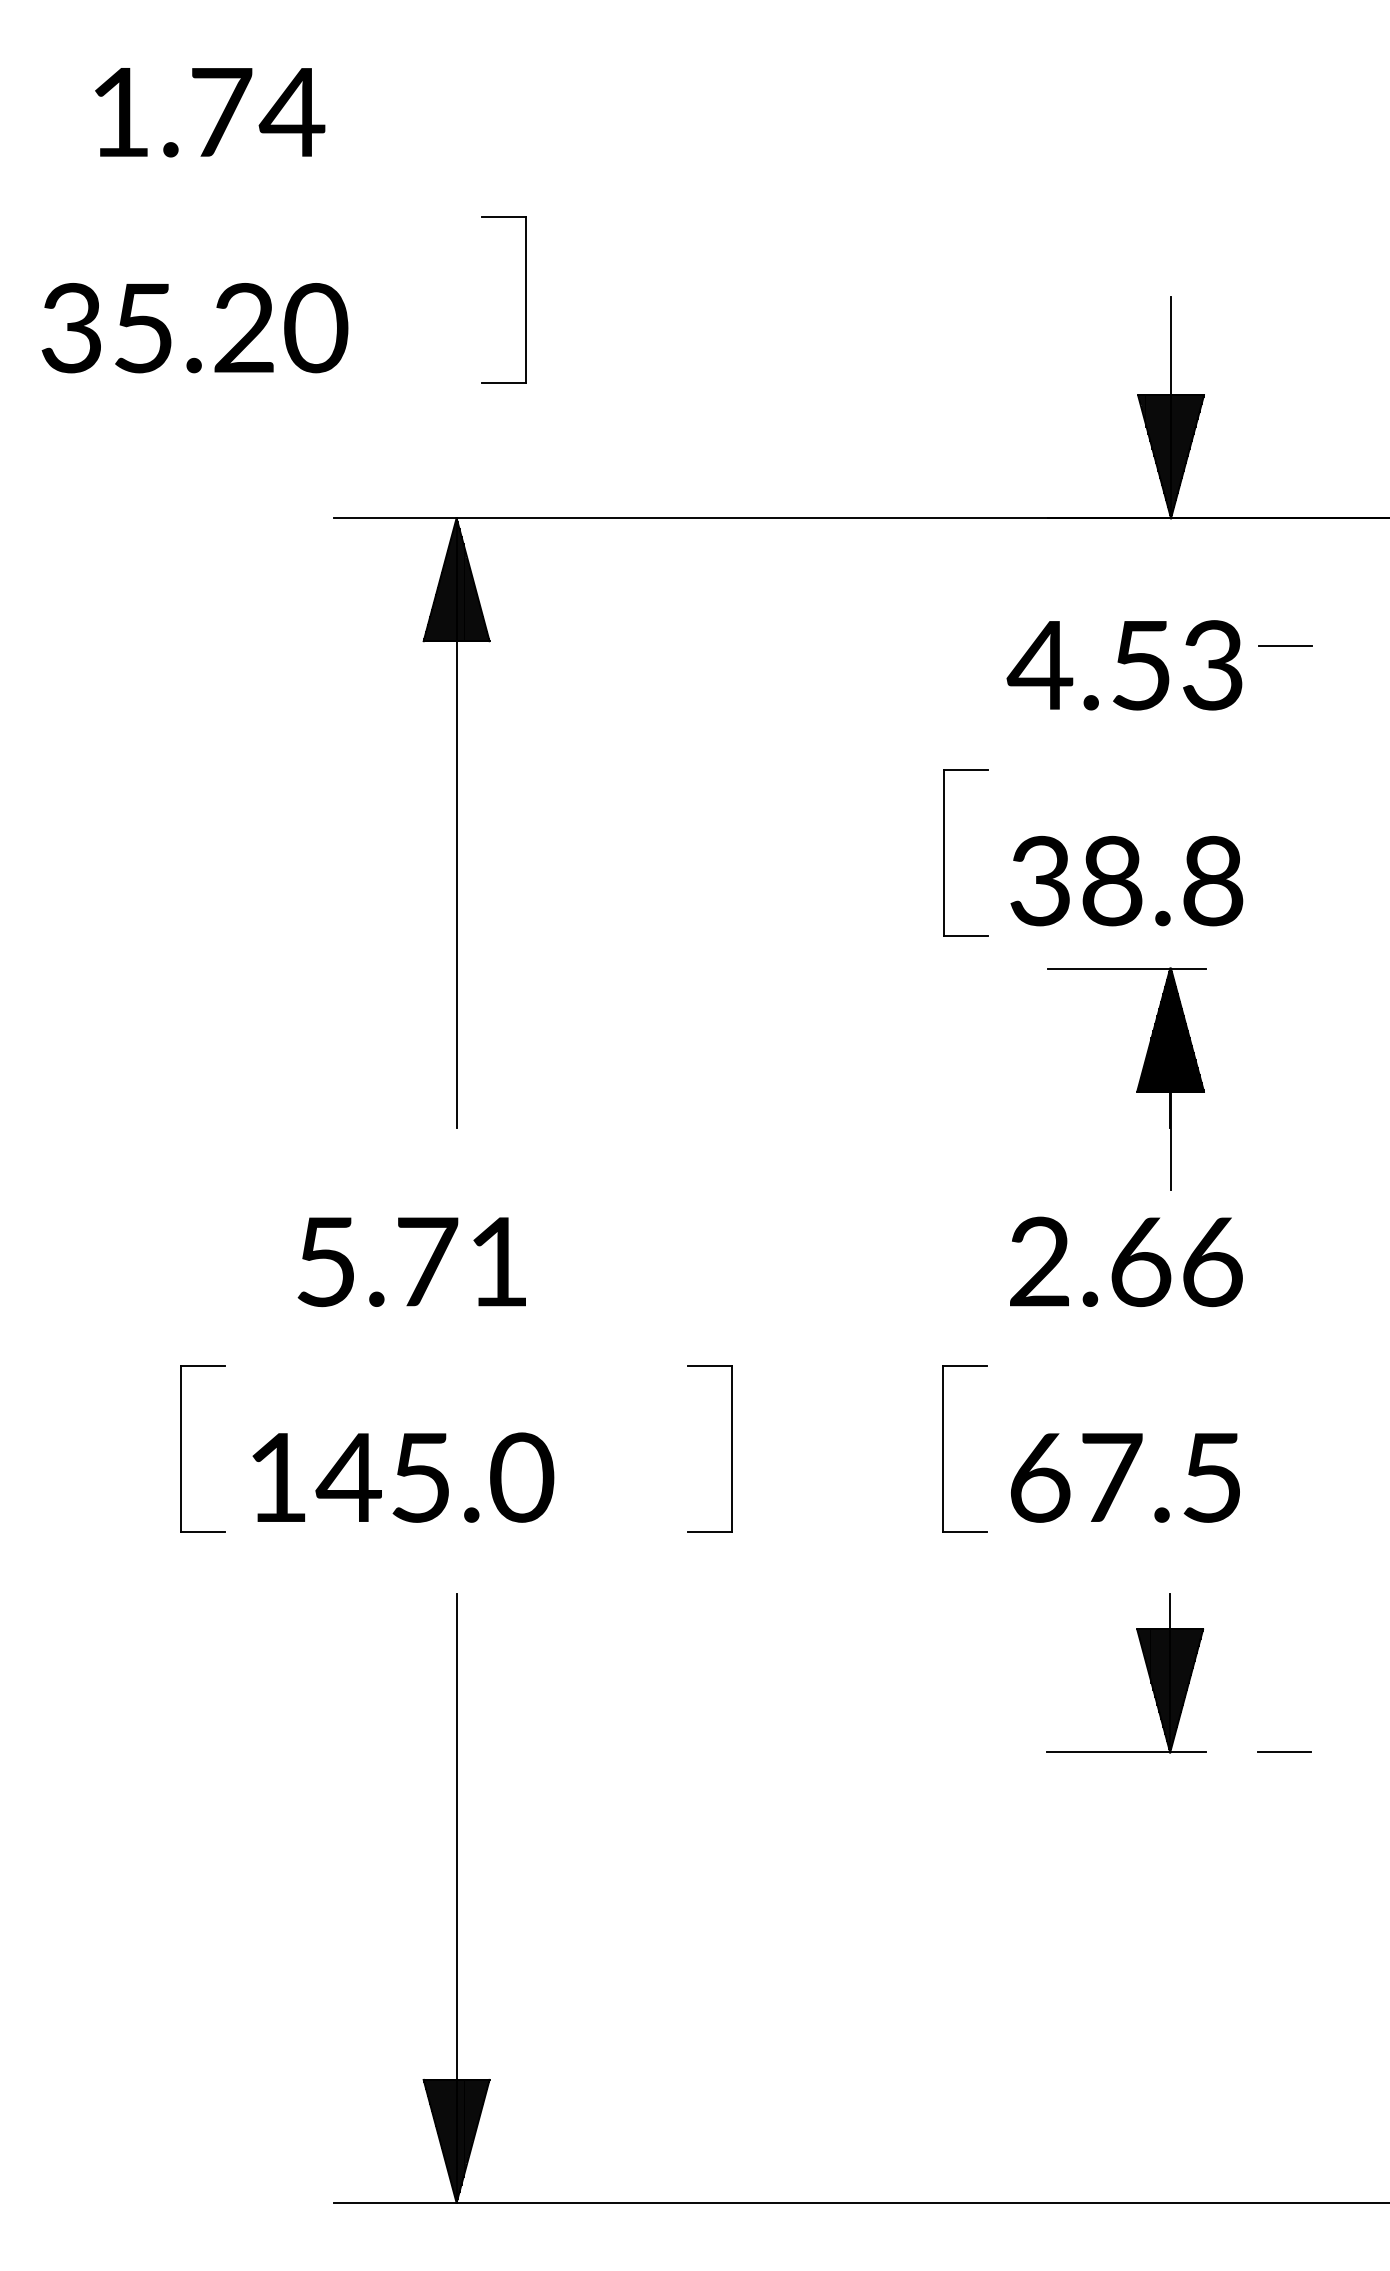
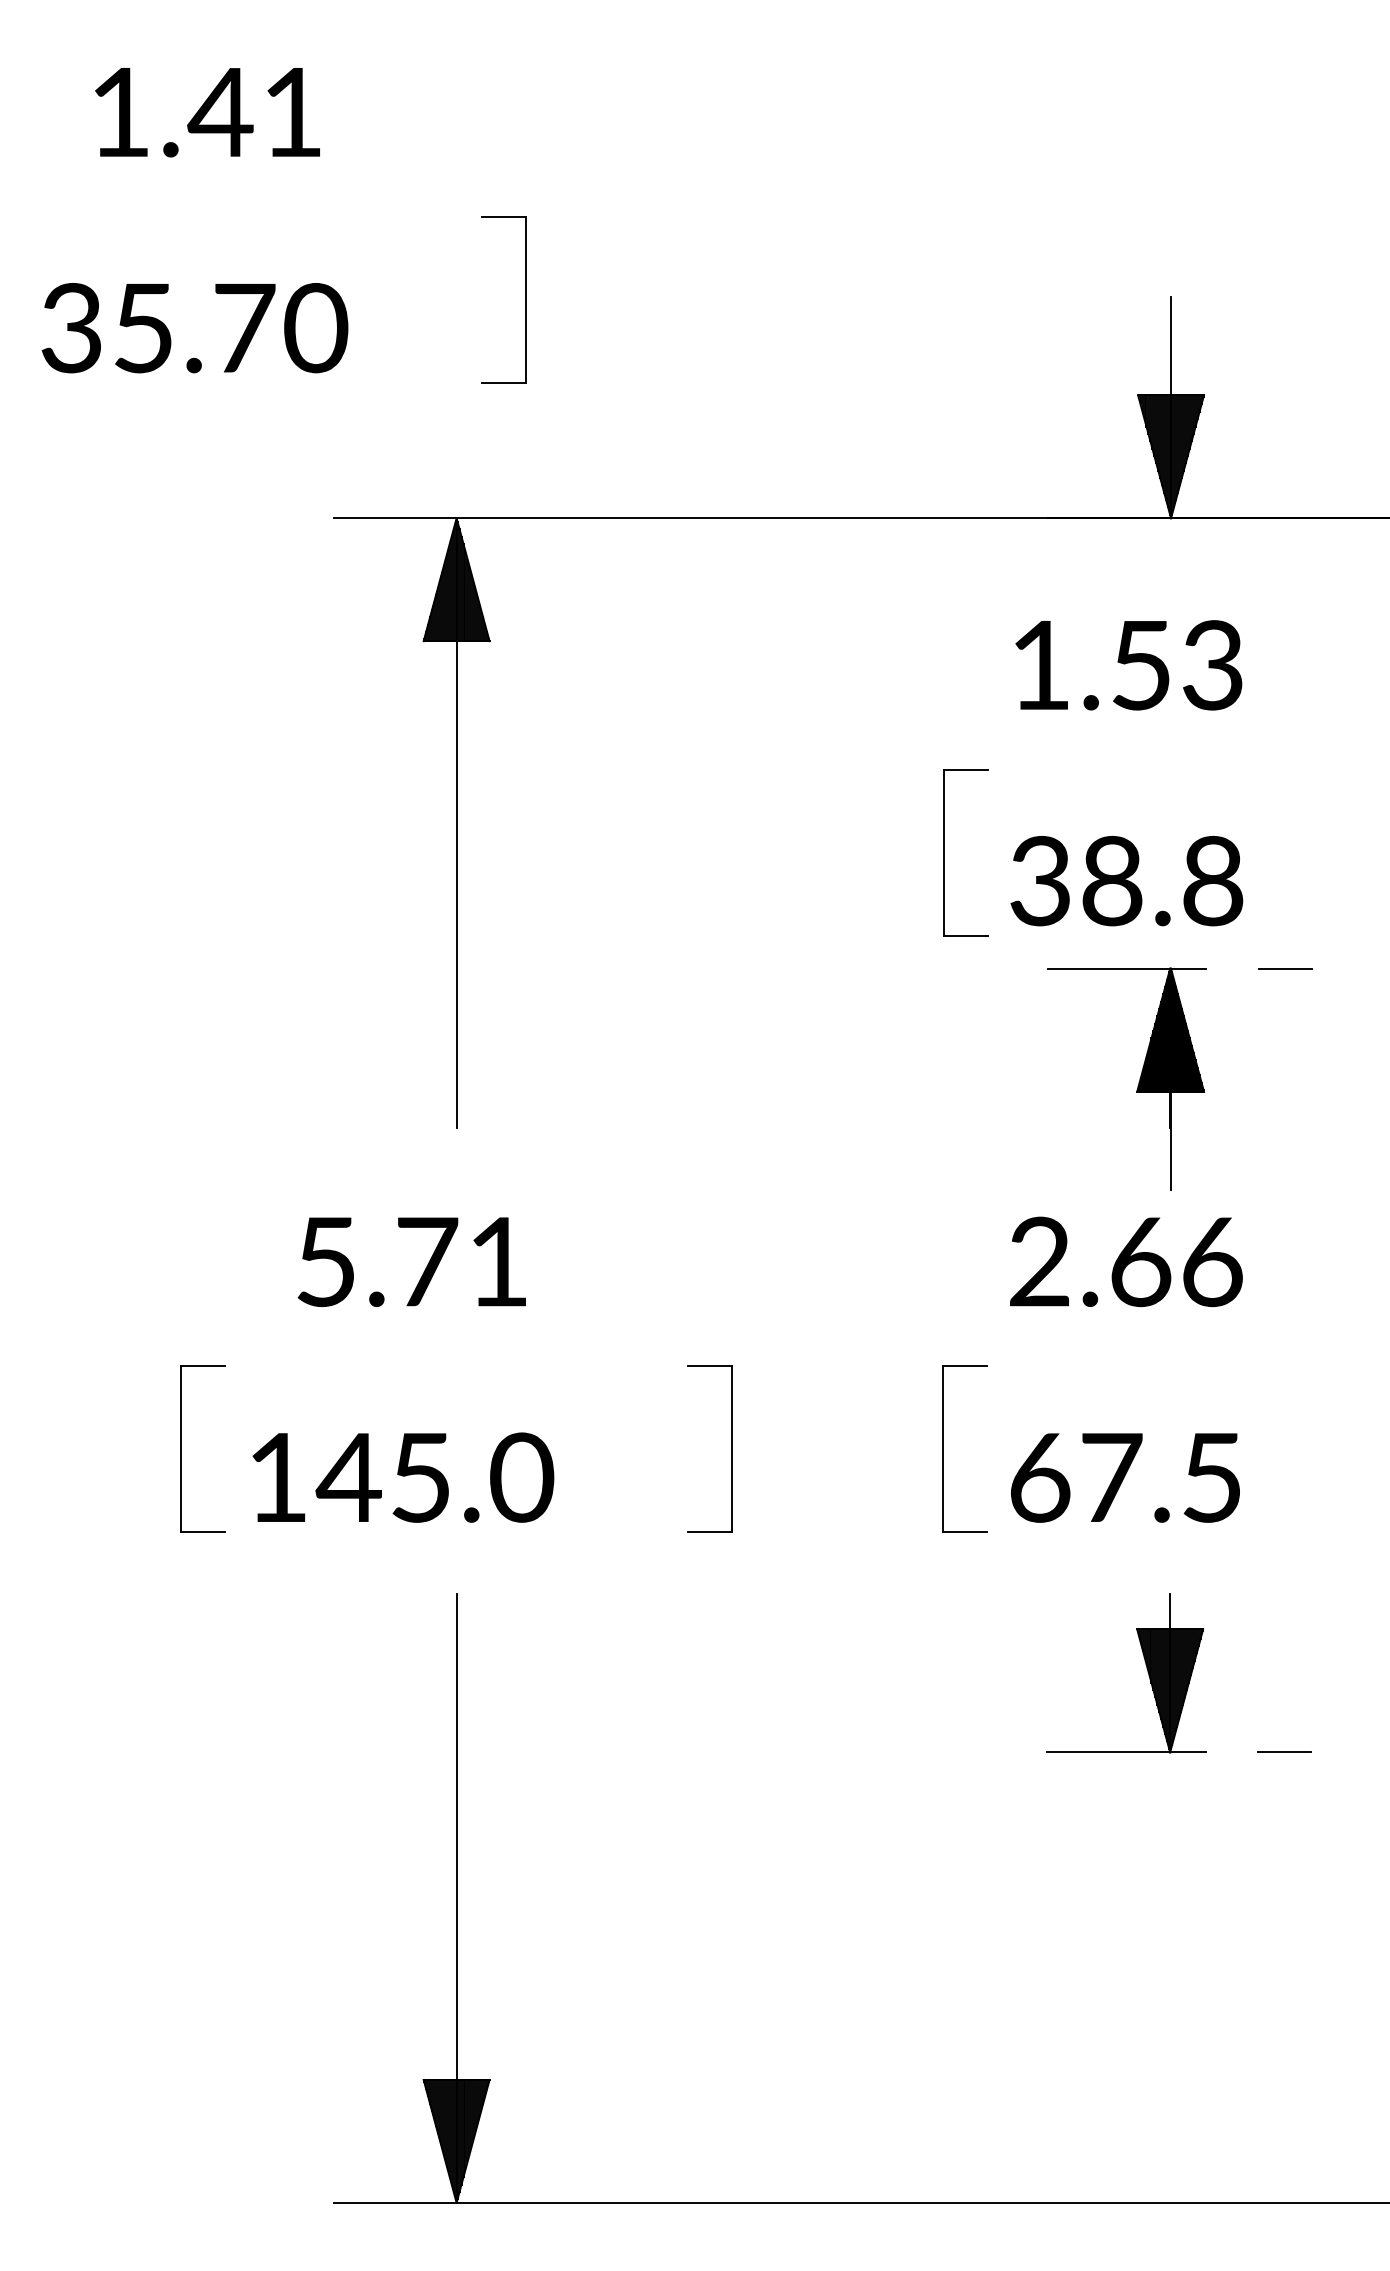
text at (256, 112): 1.74 -> 1.41
text at (244, 327): 35.20 -> 35.70
line at (1285, 645) position: (1285, 645) -> (1285, 968)
text at (1039, 665): 4.53 -> 1.53
